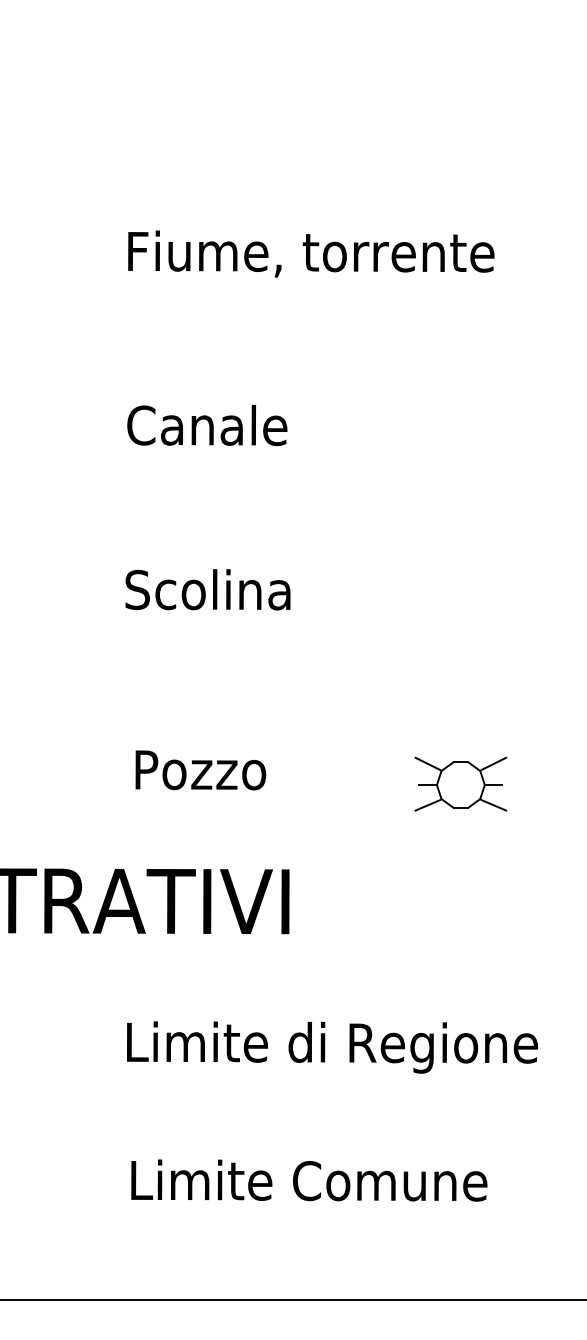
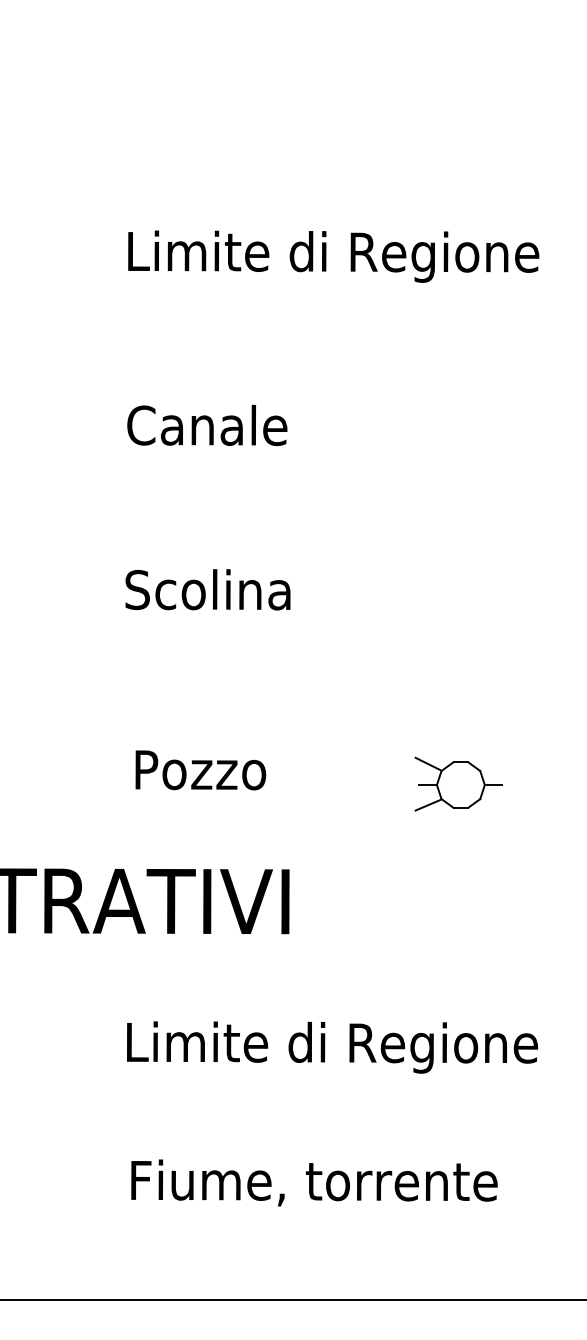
text at (336, 256): Fiume, torrente -> Limite di Regione
line at (493, 763): present -> none
line at (493, 805): present -> none
text at (316, 1182): Limite Comune -> Fiume, torrente
